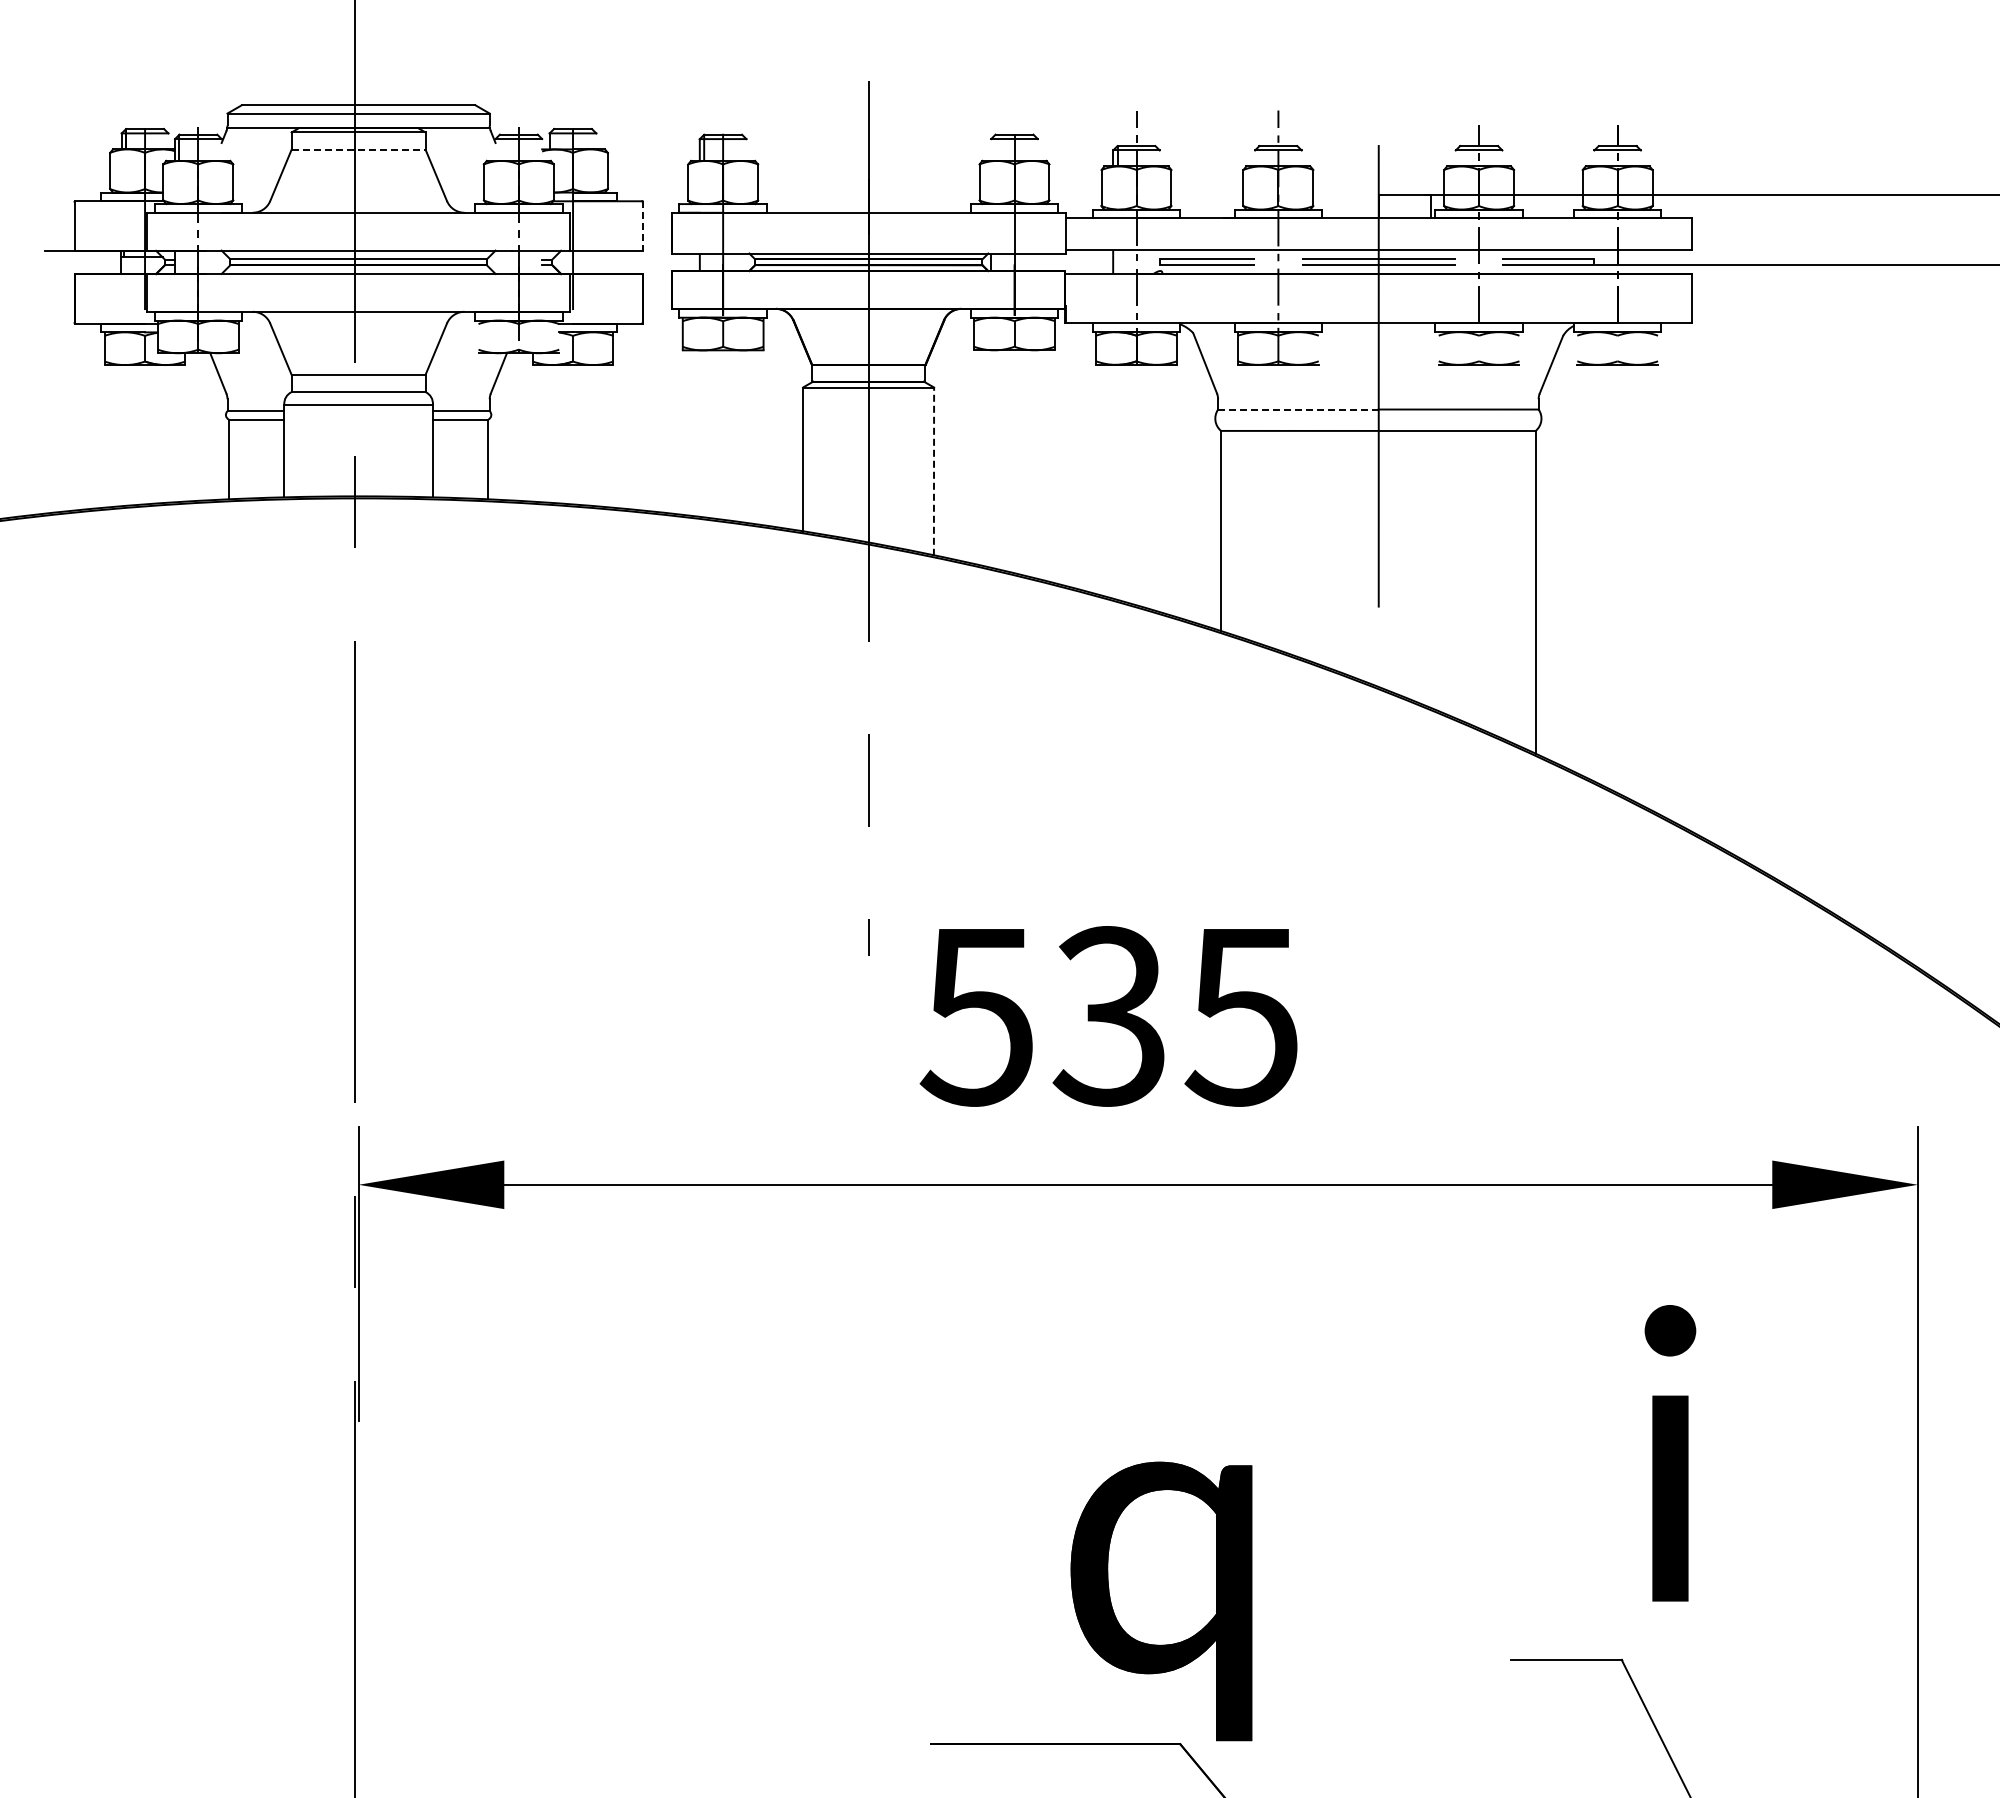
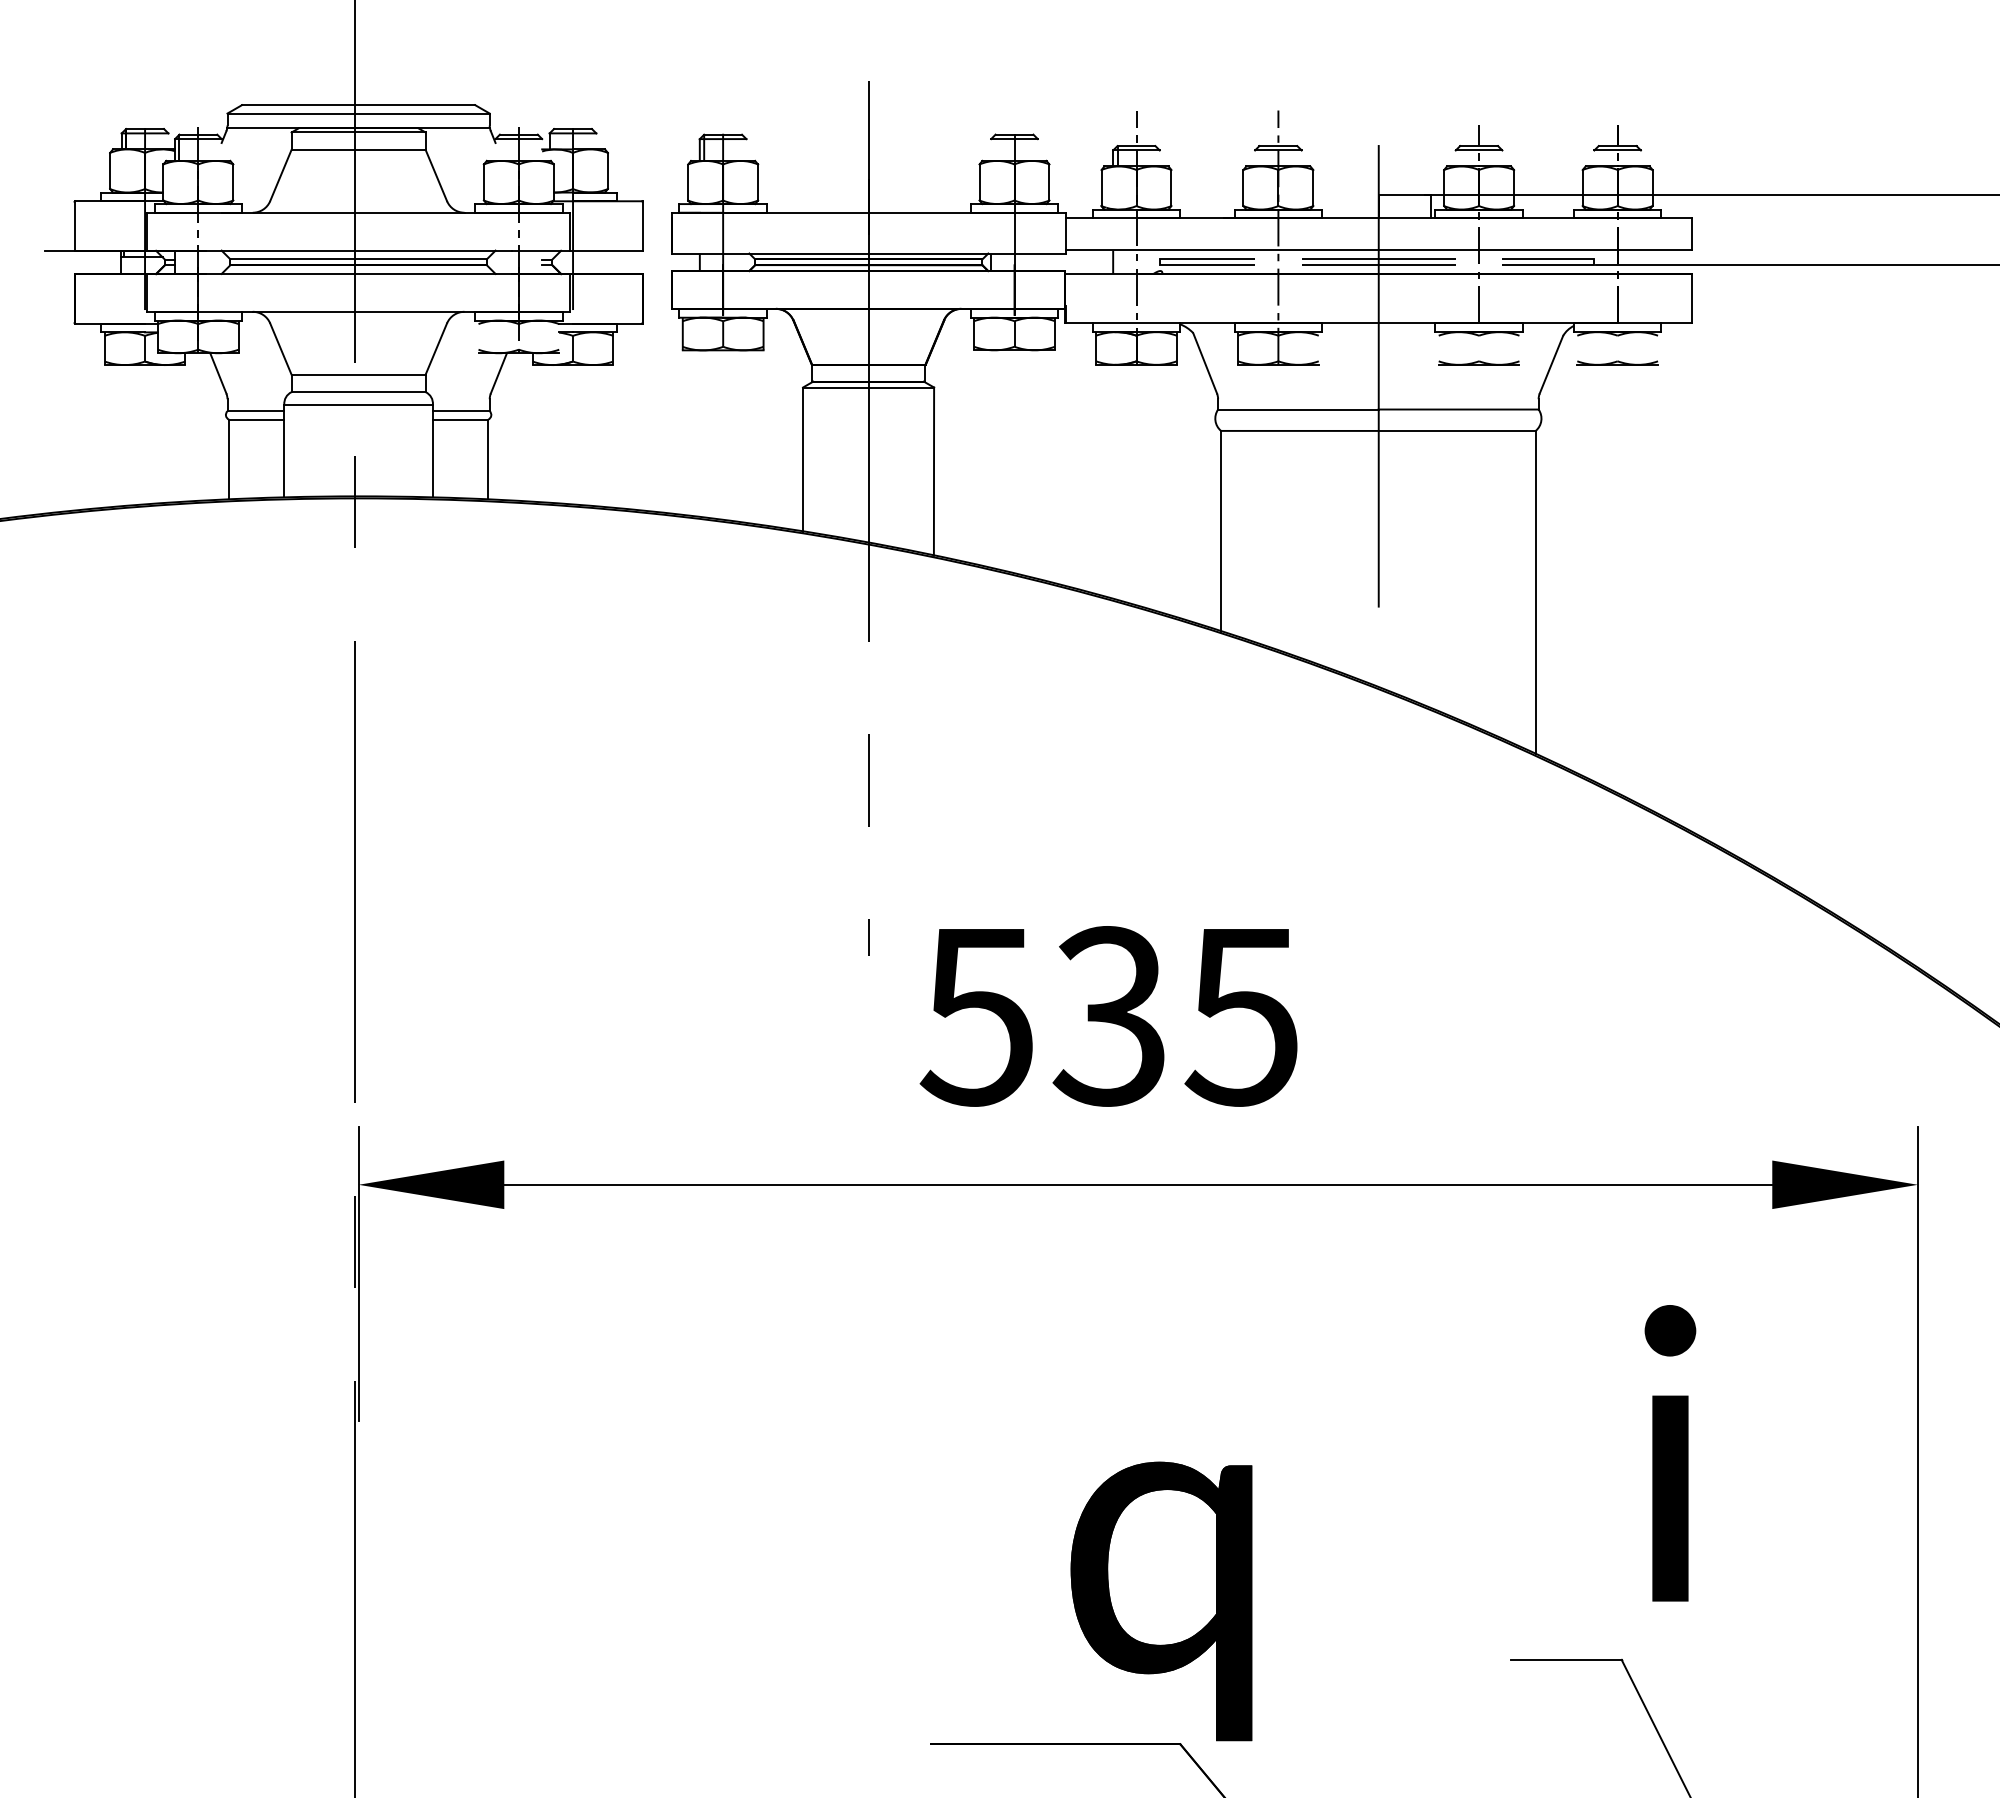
line at (359, 149): dashed -> solid
line at (642, 226): dashed -> solid
line at (1298, 409): dashed -> solid
line at (934, 471): dashed -> solid
